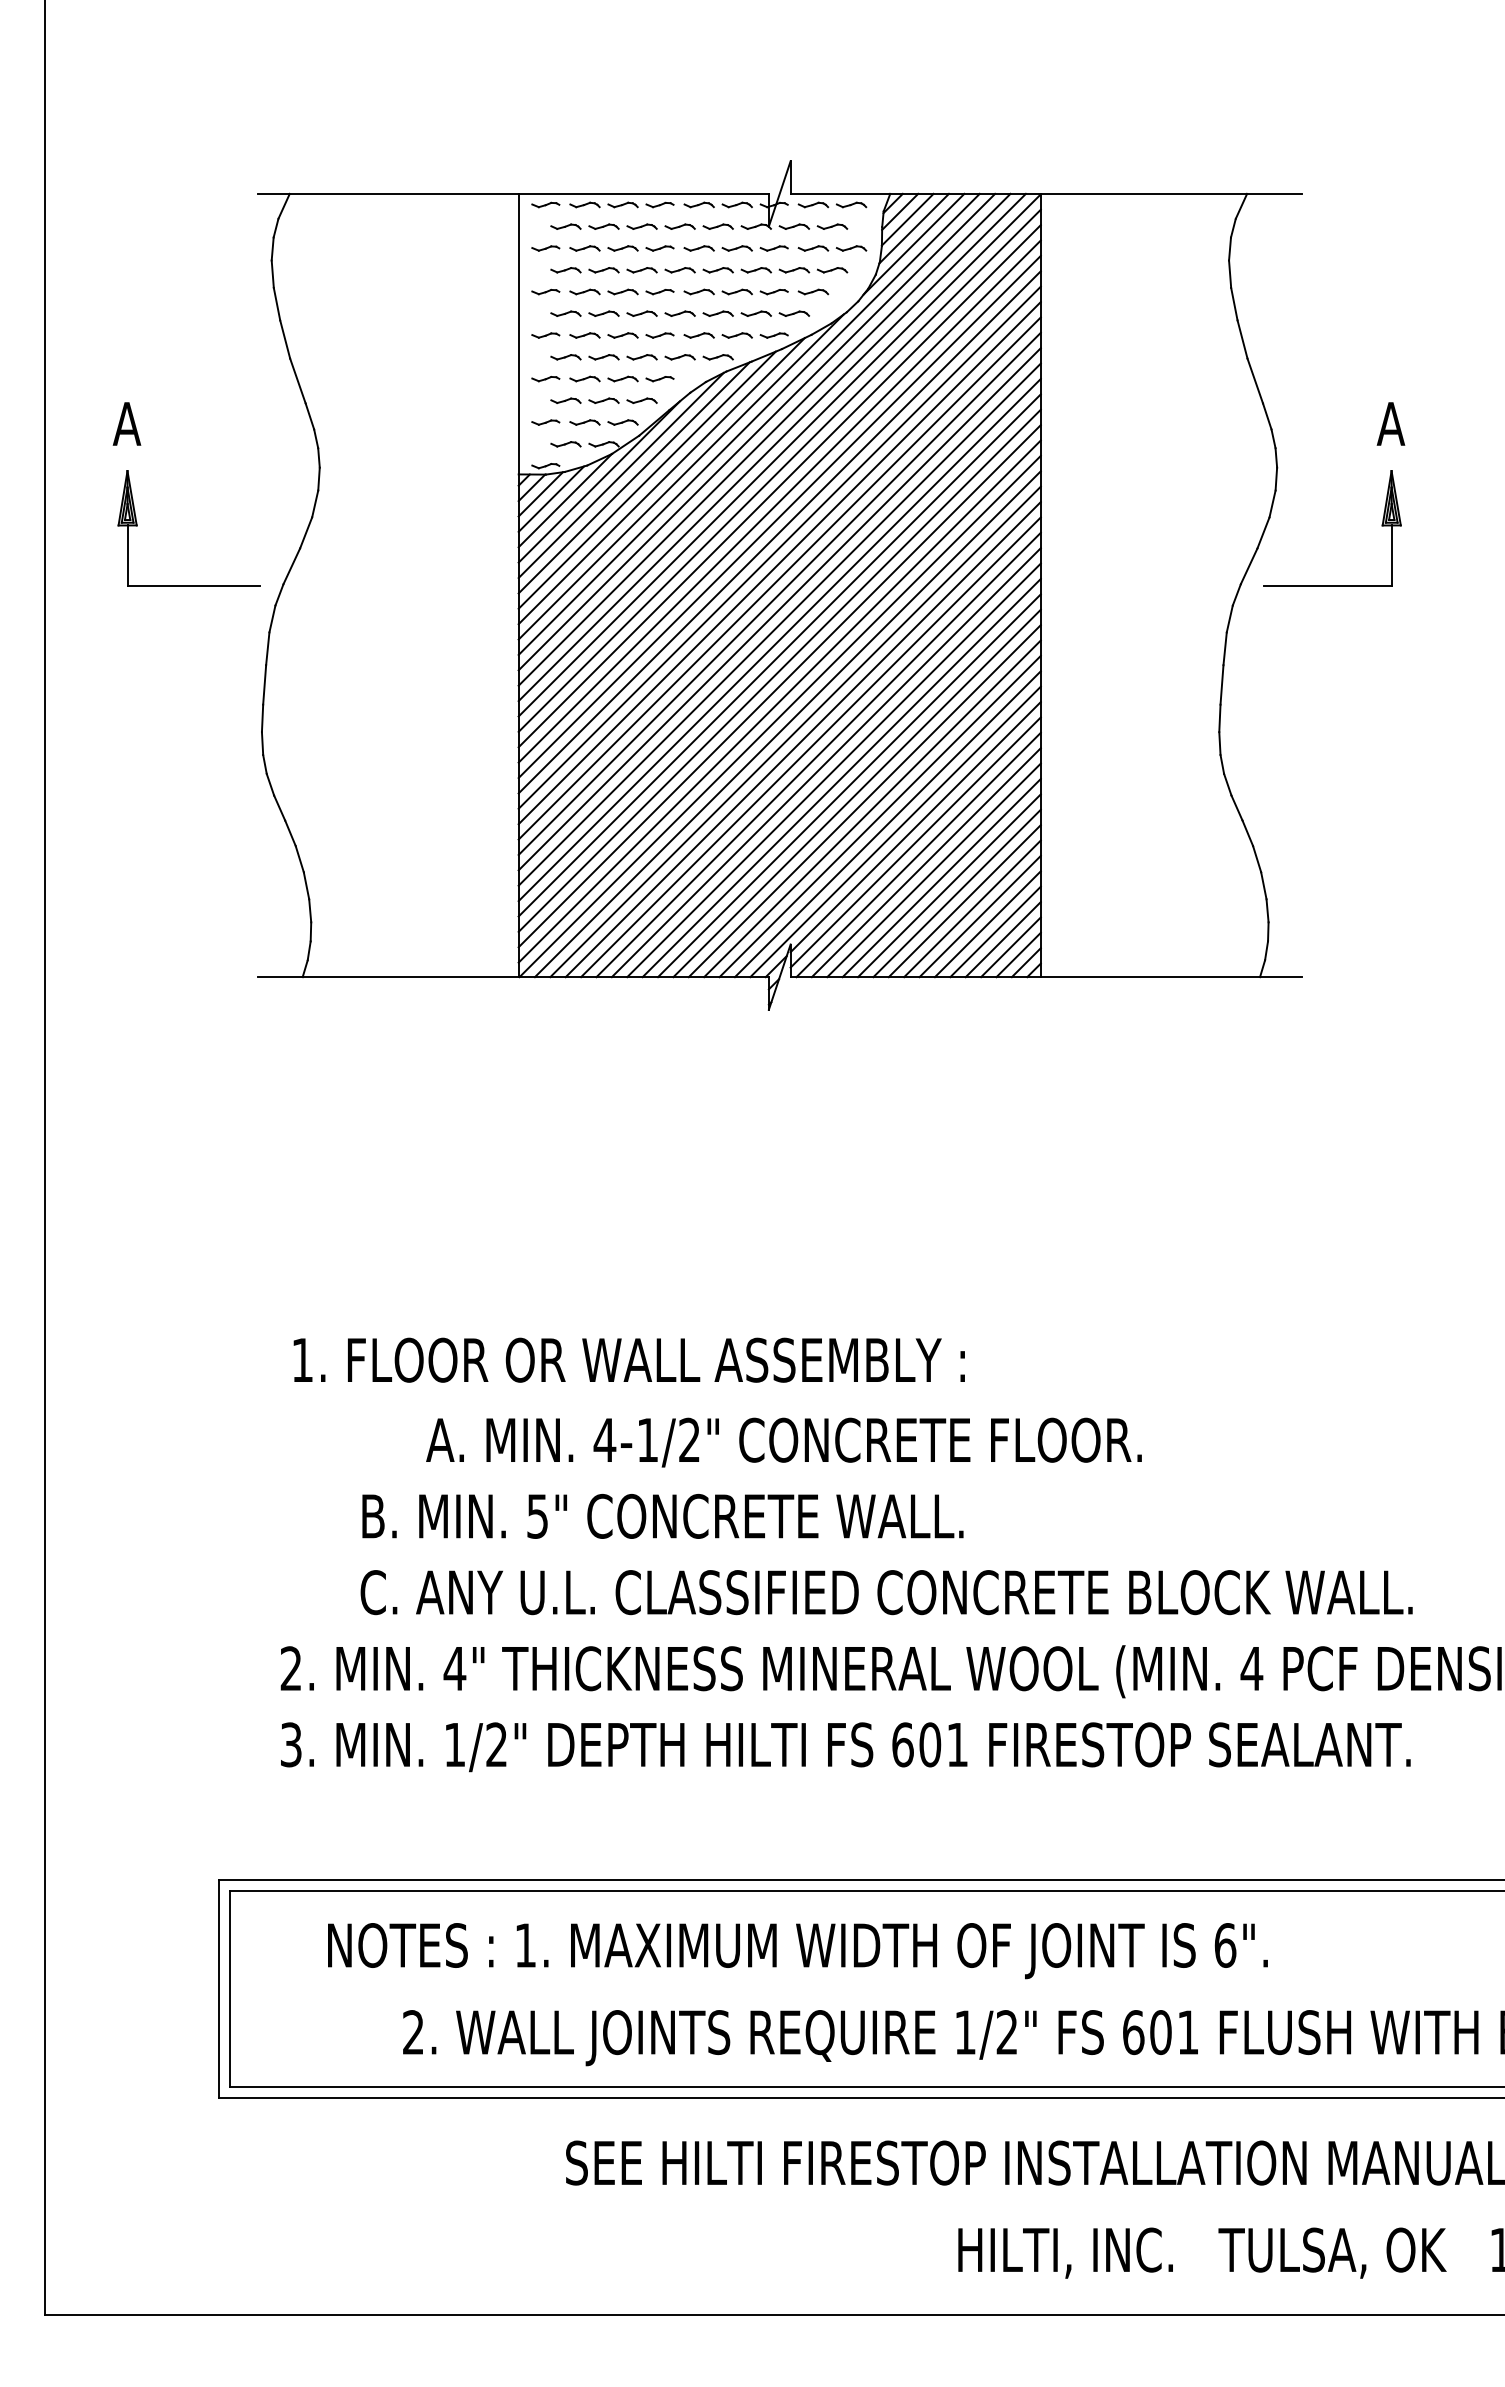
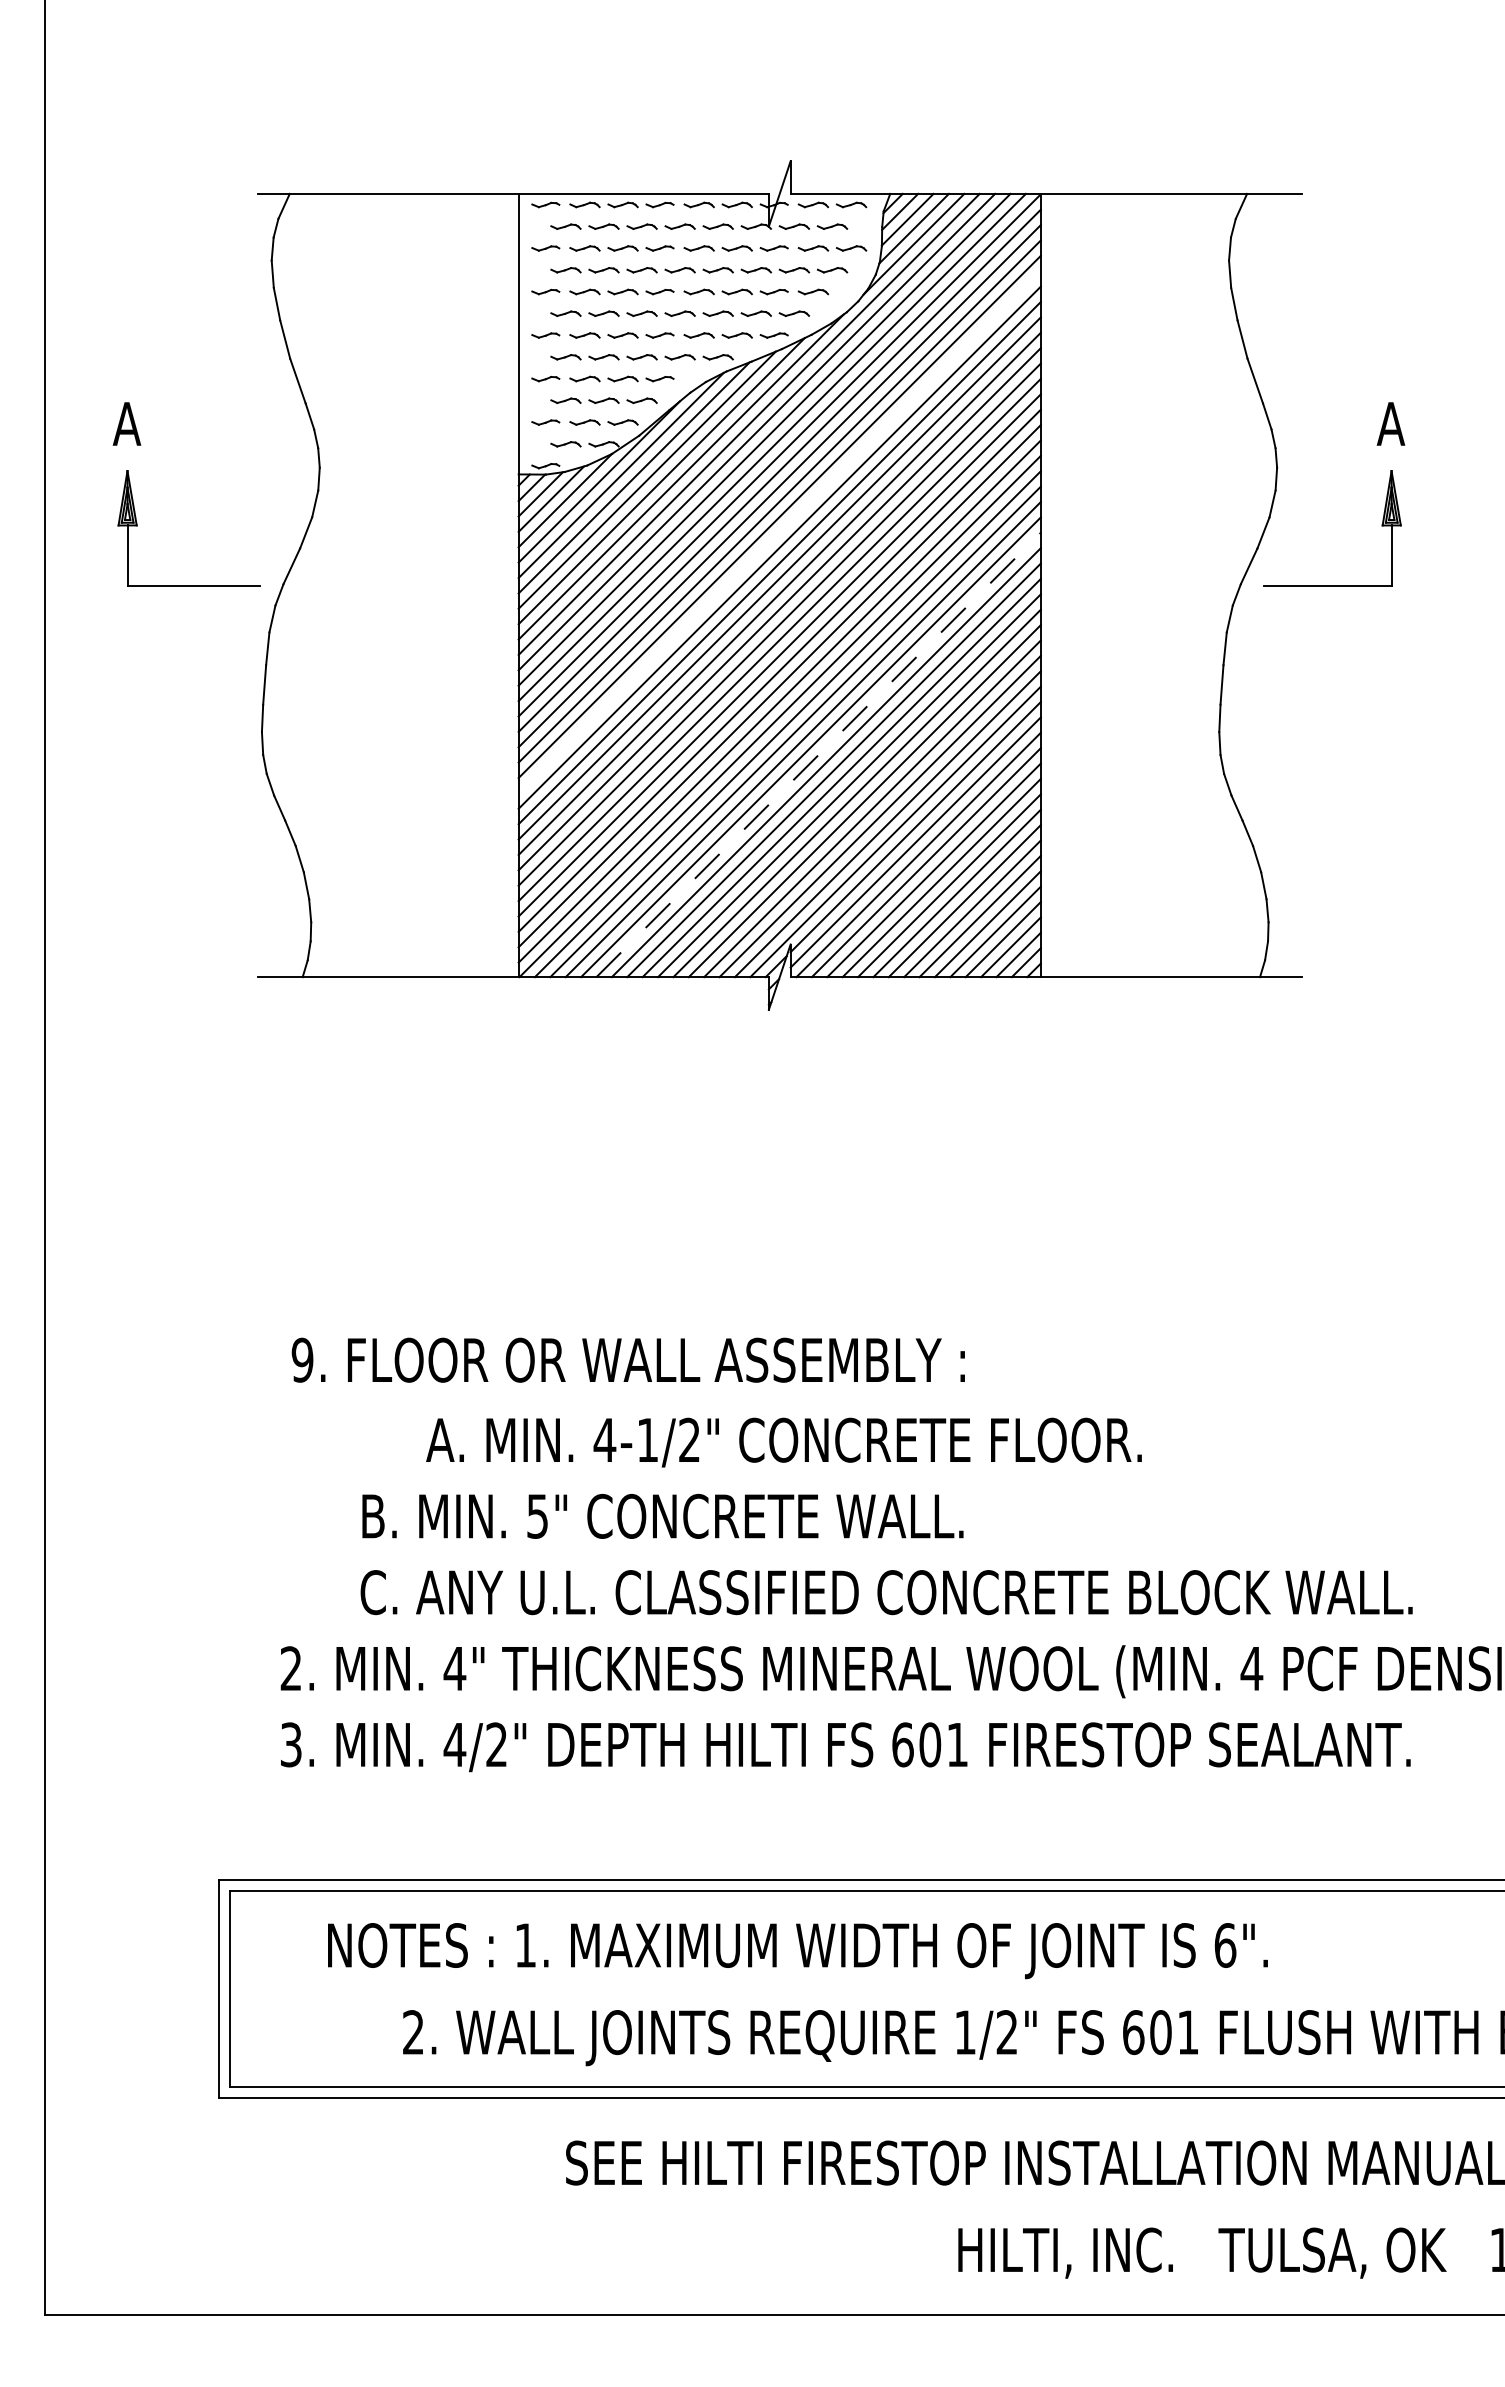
line at (779, 532): present -> none
line at (819, 754): solid -> dashed
text at (302, 1359): 1. -> 9.
text at (454, 1744): 1/2" -> 4/2"
